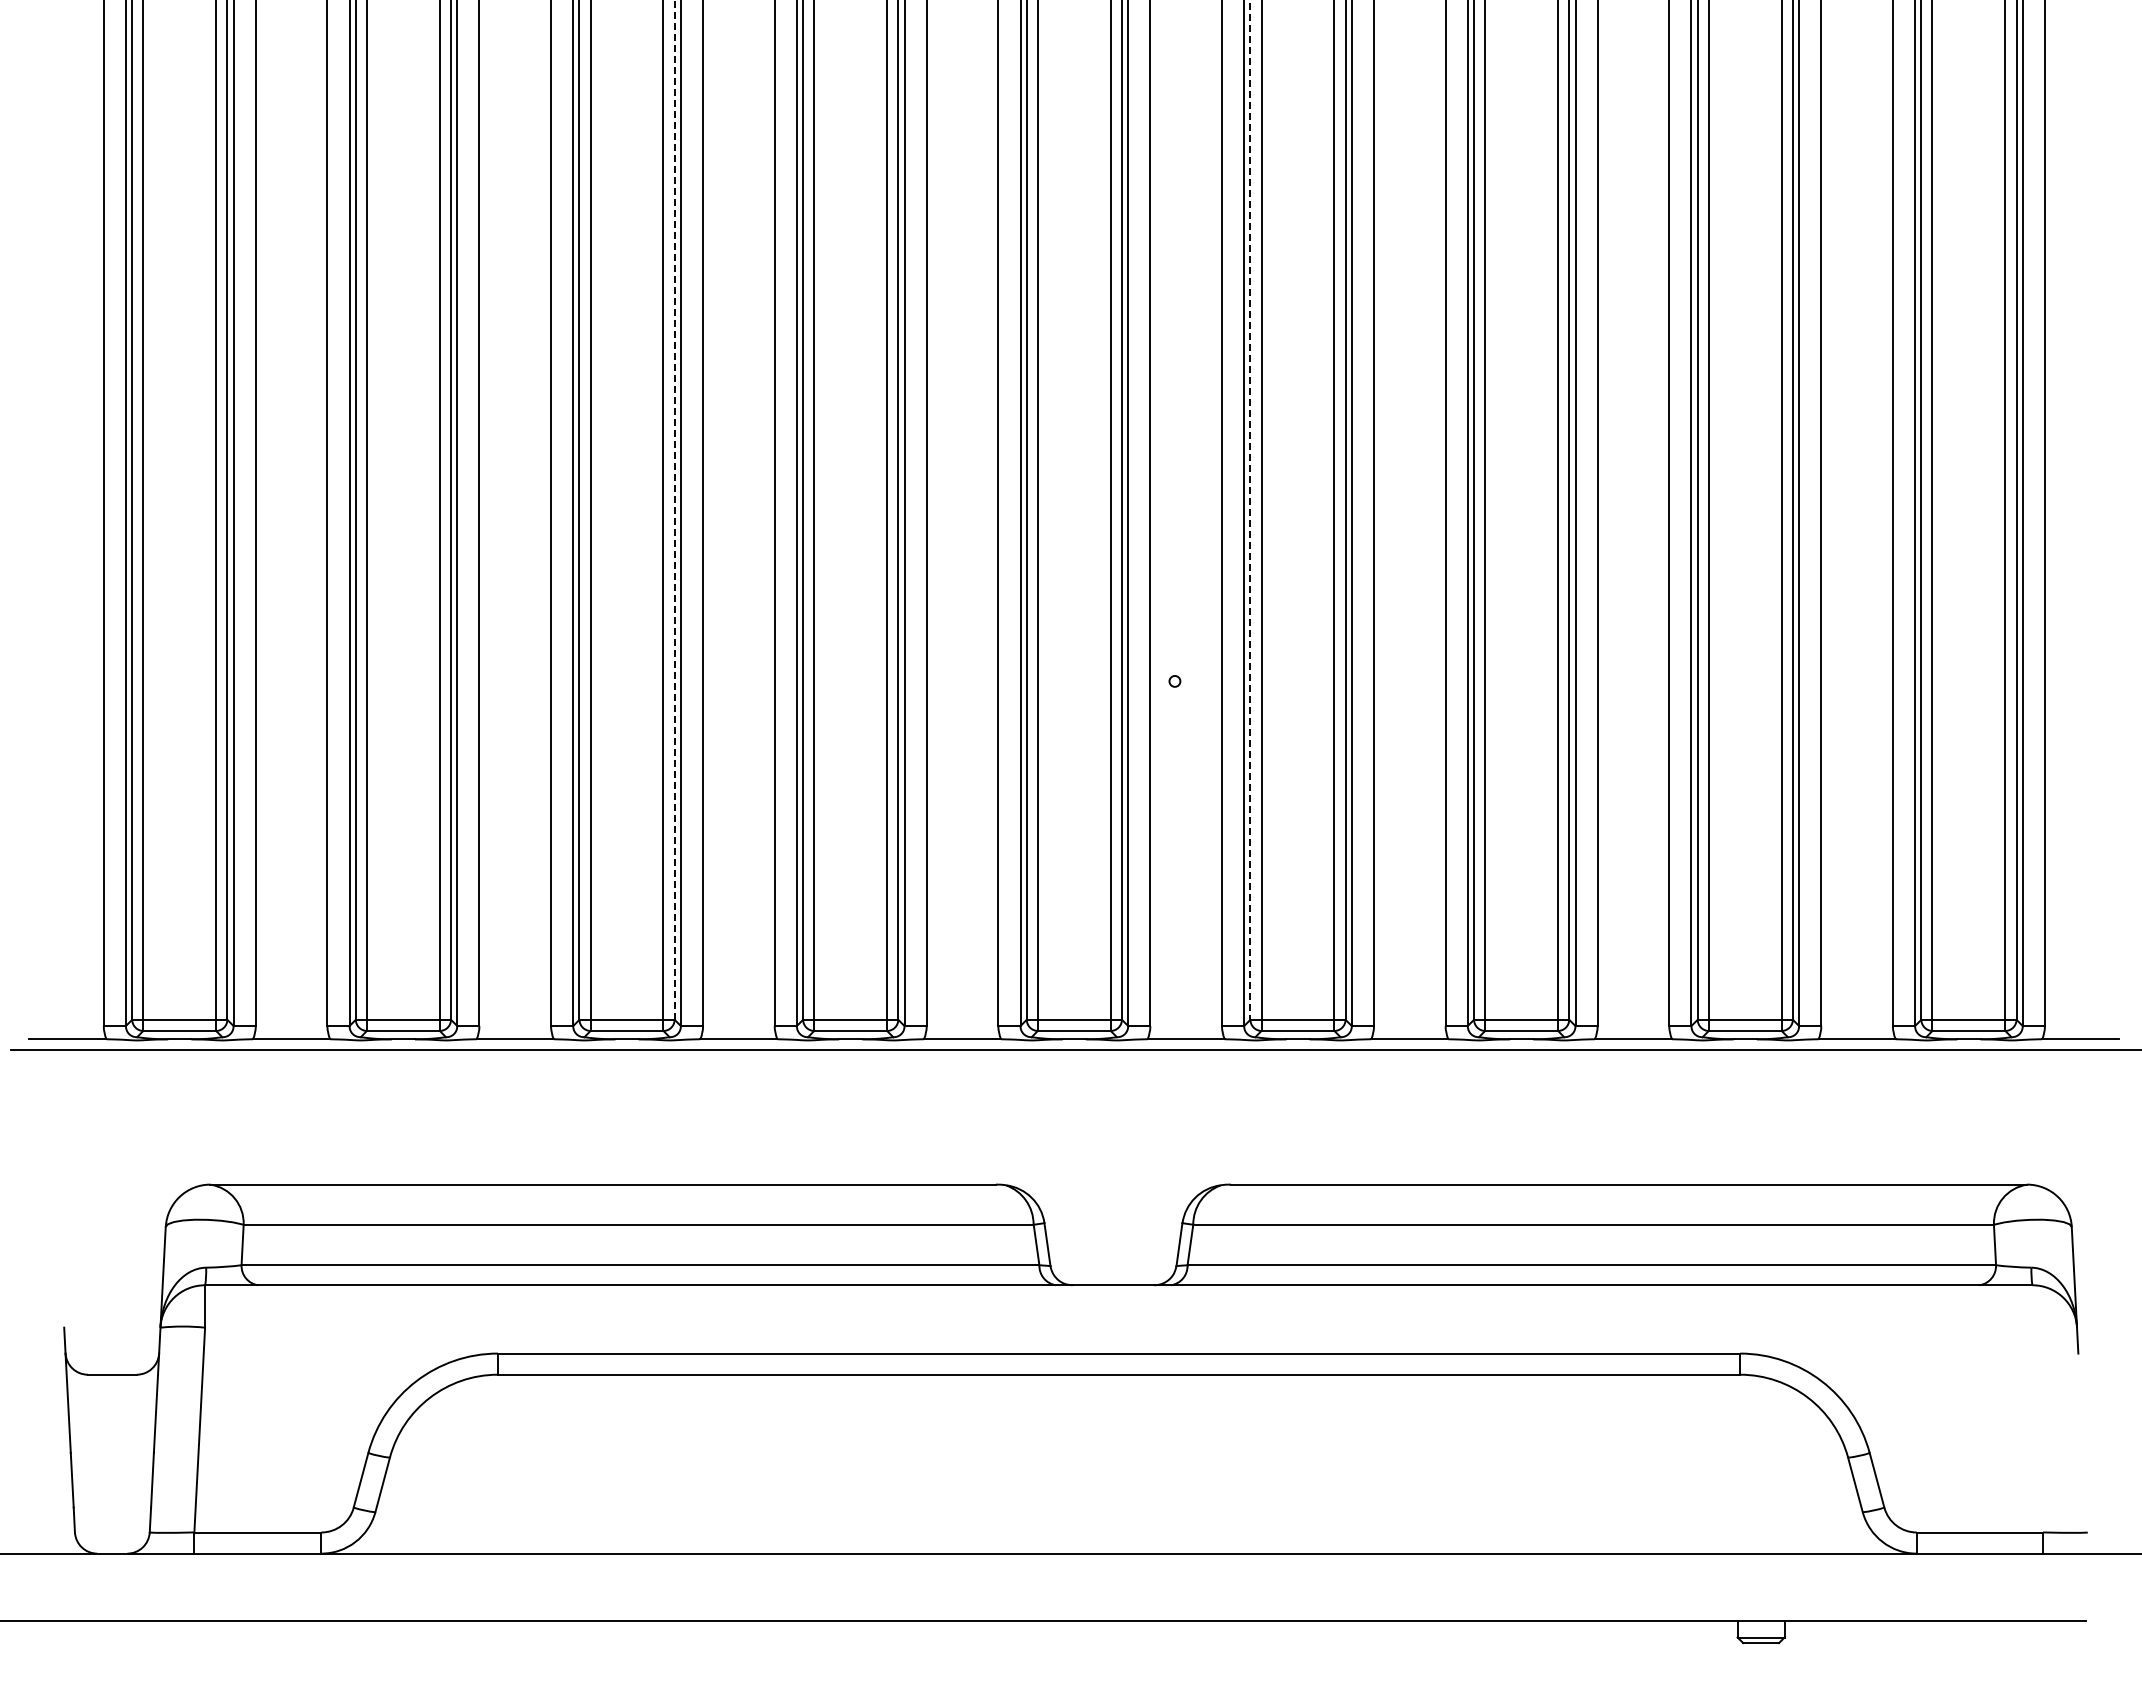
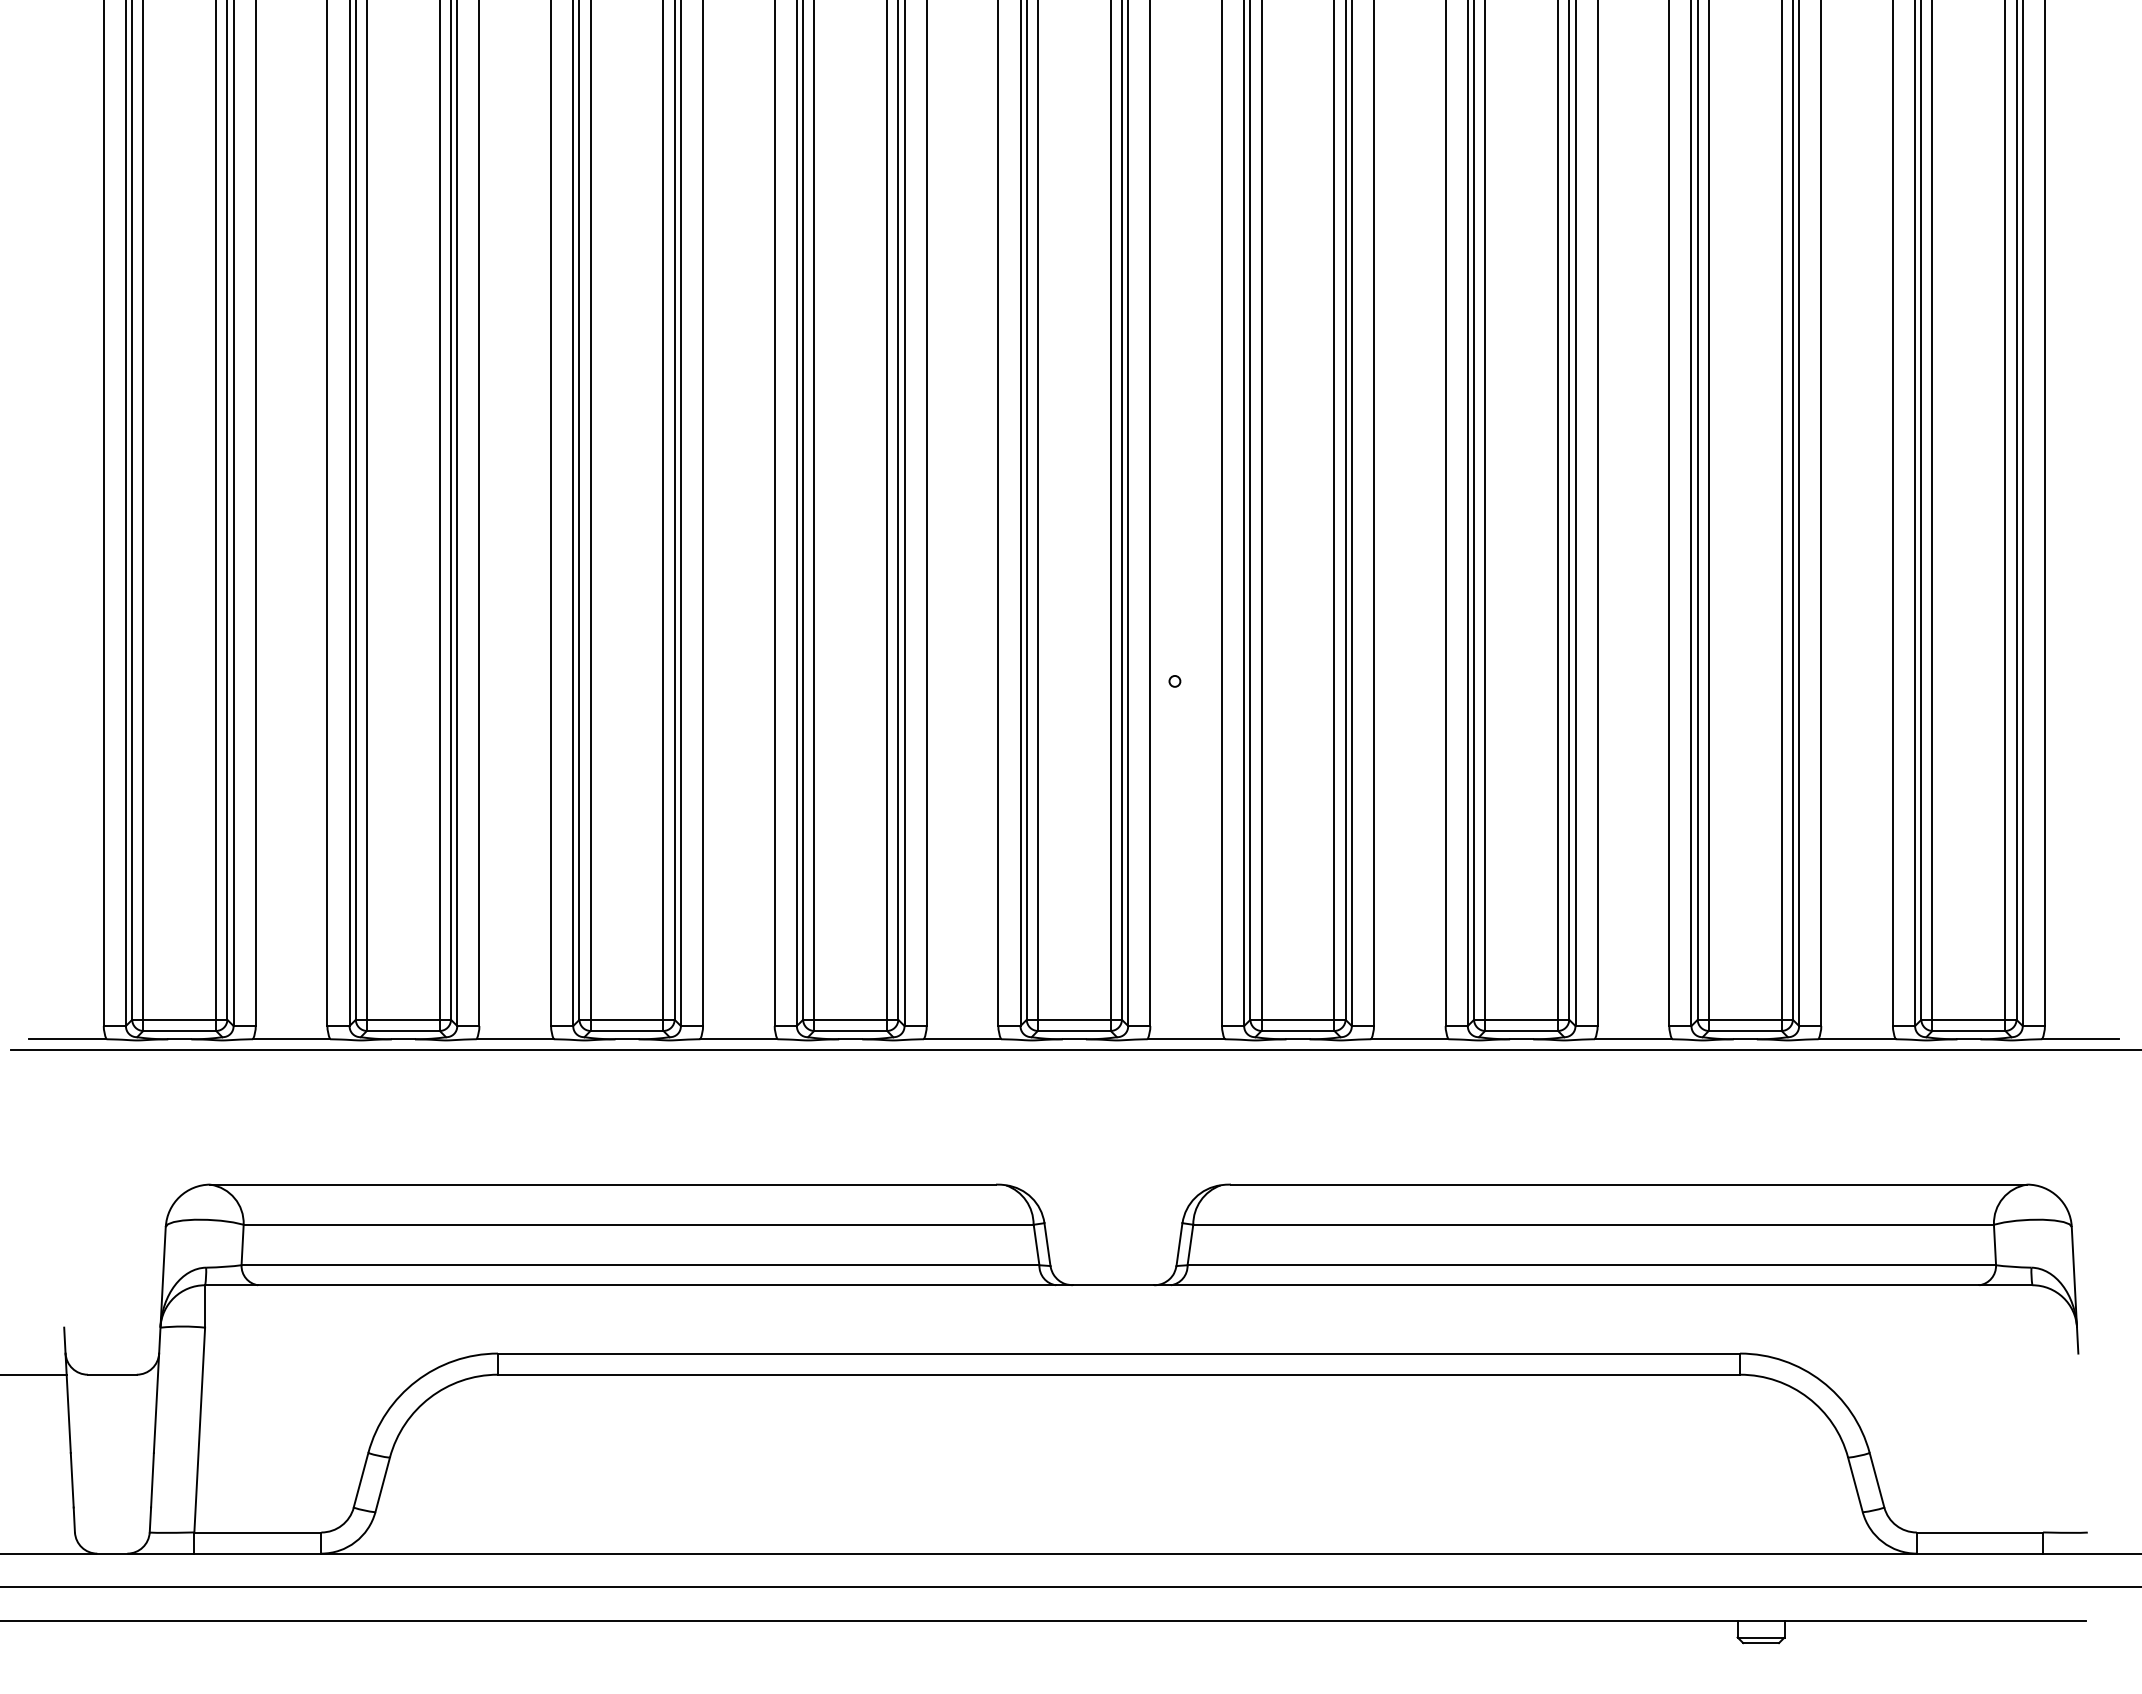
line at (674, 509): dashed -> solid
line at (1250, 510): dashed -> solid
line at (34, 1374): none -> present
line at (1070, 1587): none -> present
